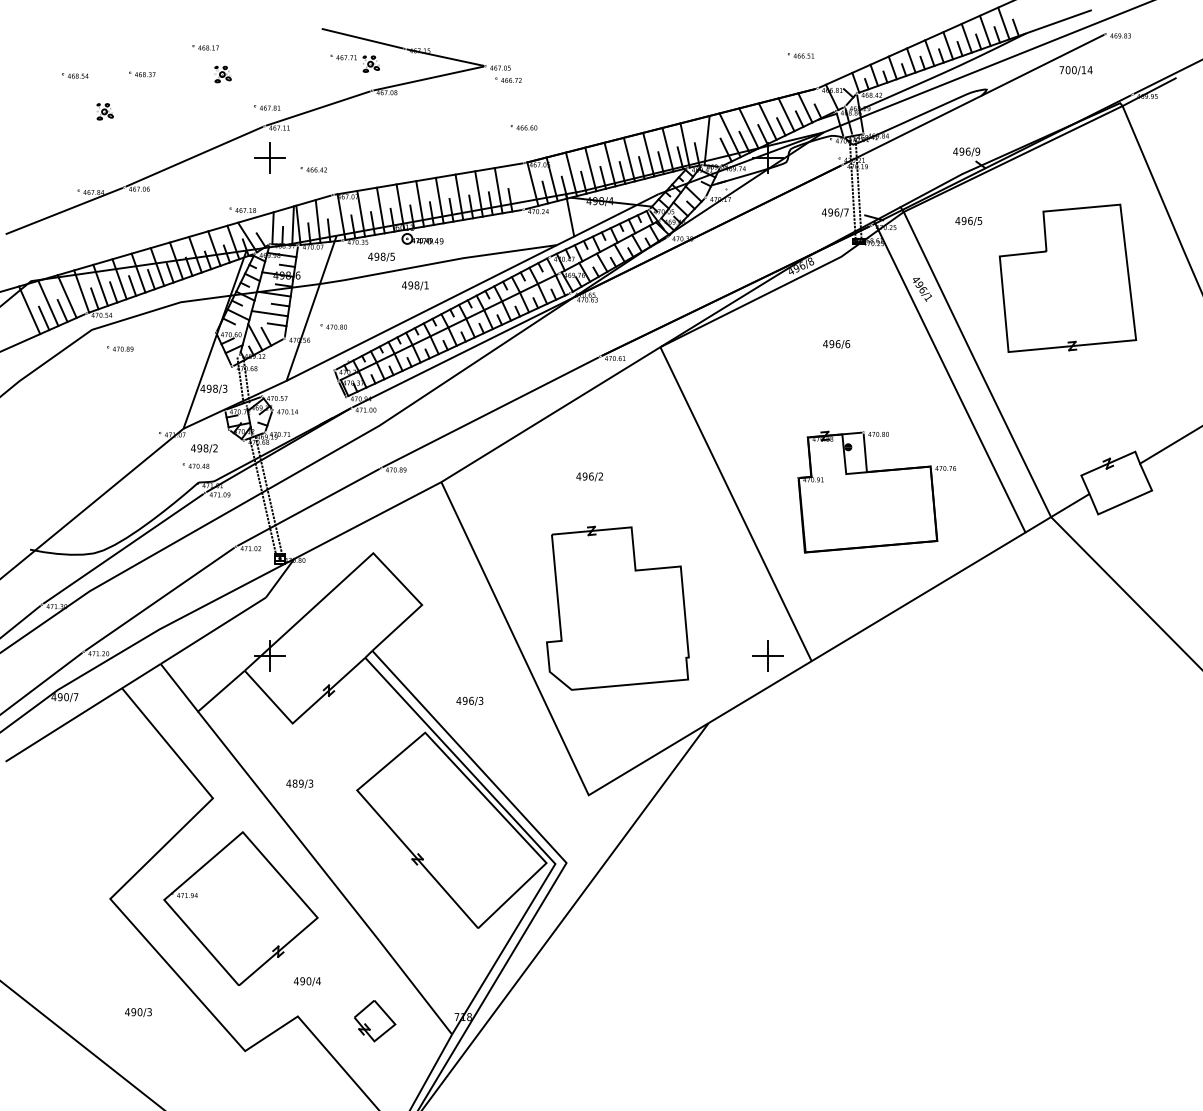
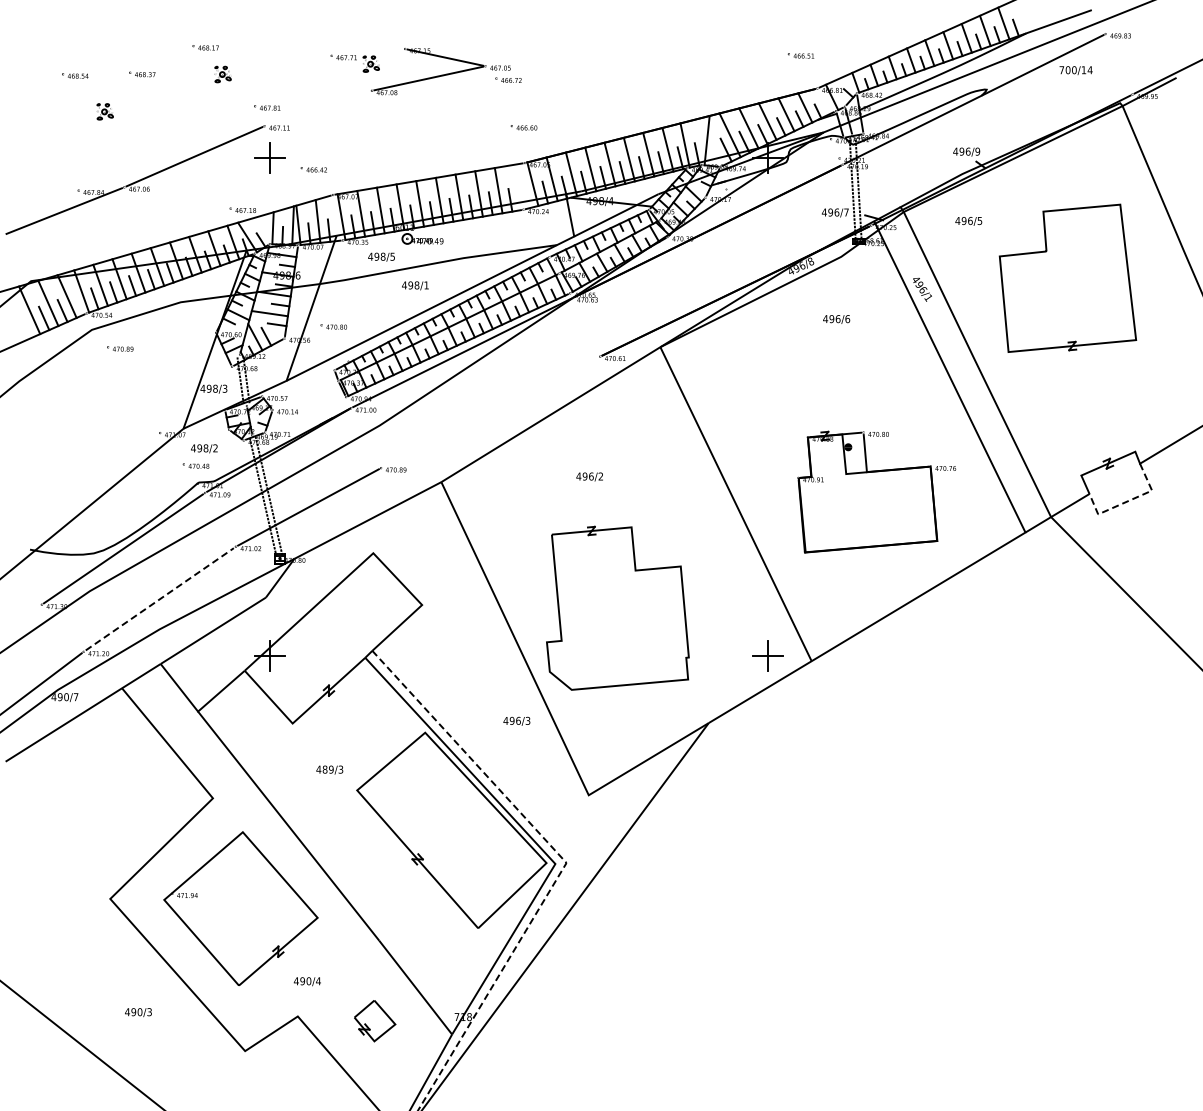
line at (362, 38): present -> none
line at (317, 108): present -> none
text at (836, 344) position: (836, 344) -> (836, 319)
line at (490, 411): present -> none
line at (1128, 501): solid -> dashed
line at (159, 599): solid -> dashed
line at (20, 621): present -> none
text at (469, 700) position: (469, 700) -> (516, 720)
text at (299, 783) position: (299, 783) -> (329, 769)
line at (566, 863): solid -> dashed
